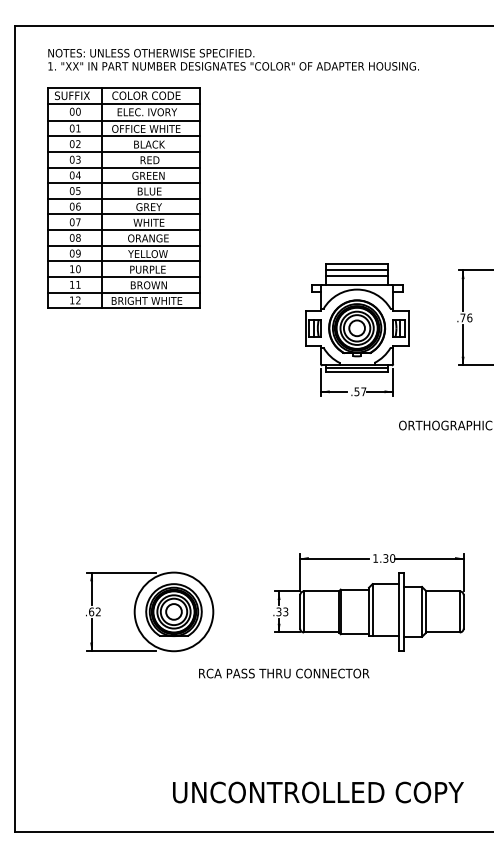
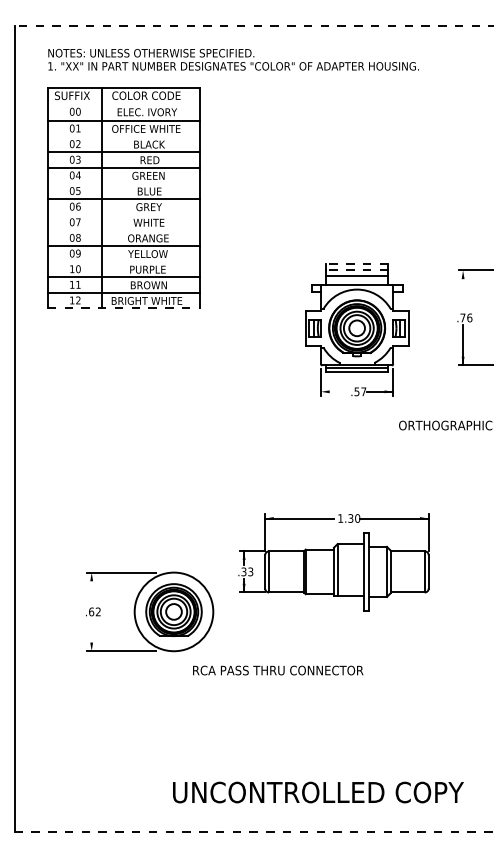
line at (253, 25): solid -> dashed
line at (123, 103): present -> none
line at (123, 136): present -> none
line at (123, 183): present -> none
line at (123, 214): present -> none
line at (123, 230): present -> none
line at (123, 261): present -> none
line at (356, 263): solid -> dashed
line at (356, 270): solid -> dashed
line at (463, 290): present -> none
line at (123, 308): solid -> dashed
line at (334, 391): present -> none
line at (91, 588): present -> none
part at (368, 602) position: (368, 602) -> (333, 562)
line at (91, 635): present -> none
text at (284, 673) position: (284, 673) -> (278, 670)
line at (254, 832): solid -> dashed
